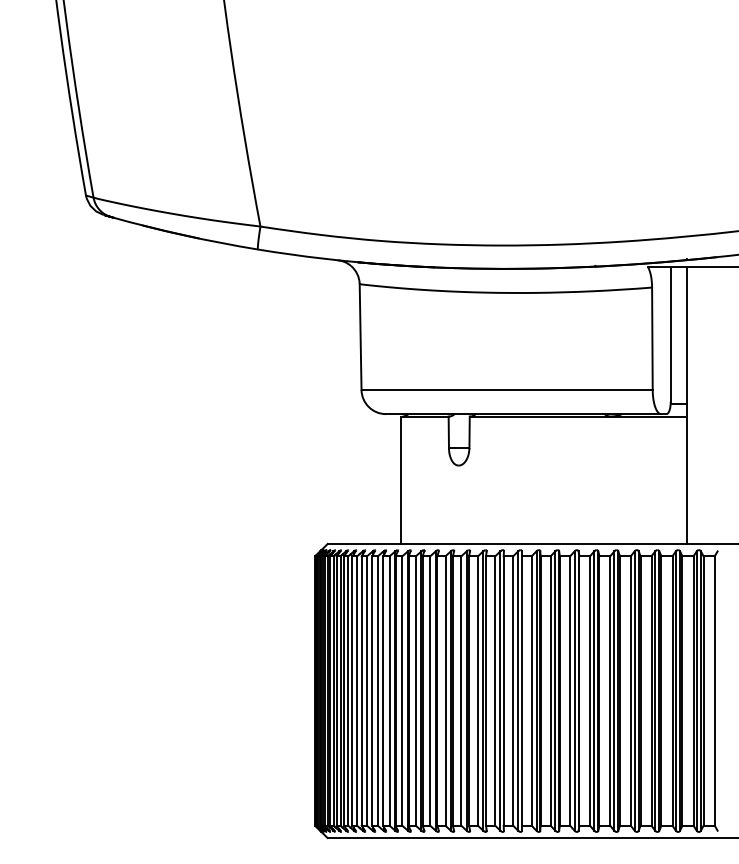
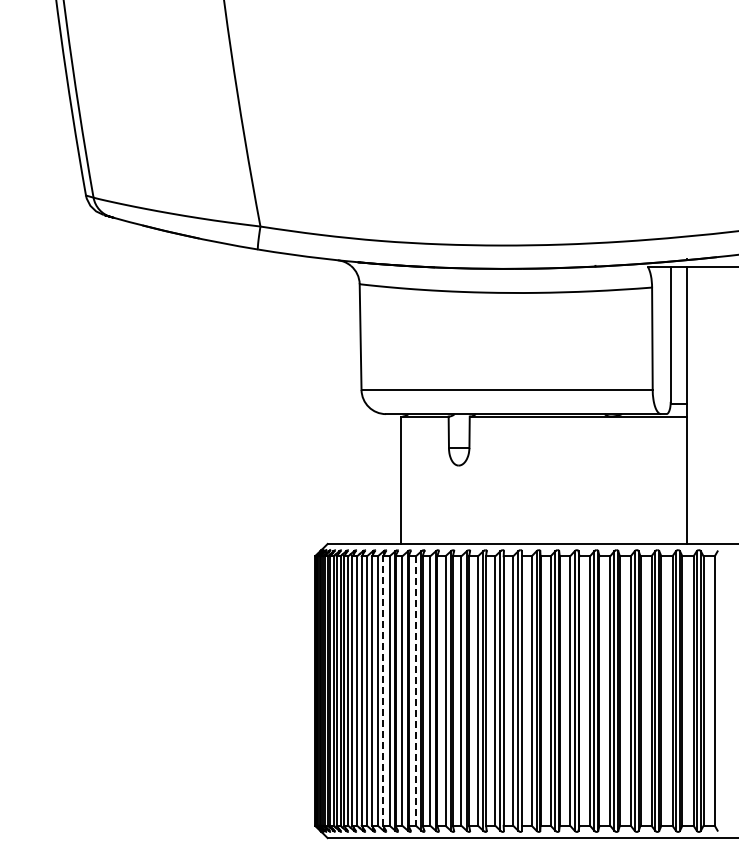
line at (383, 691): solid -> dashed
line at (415, 691): solid -> dashed
